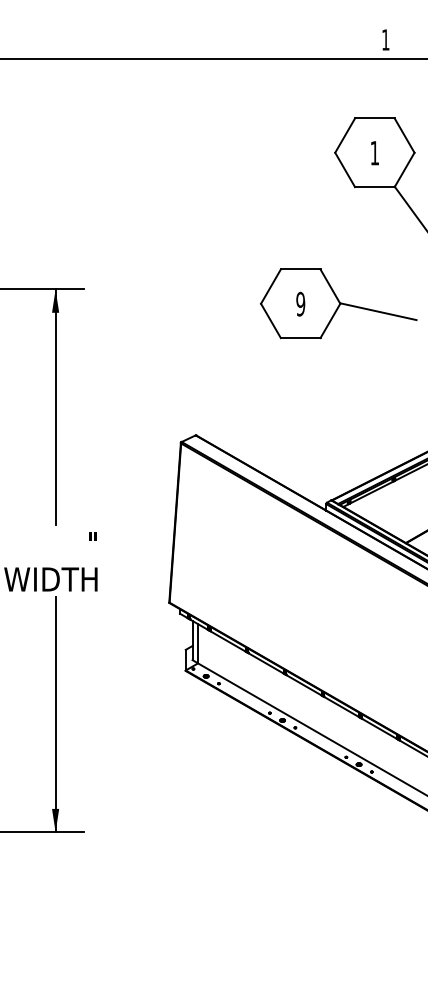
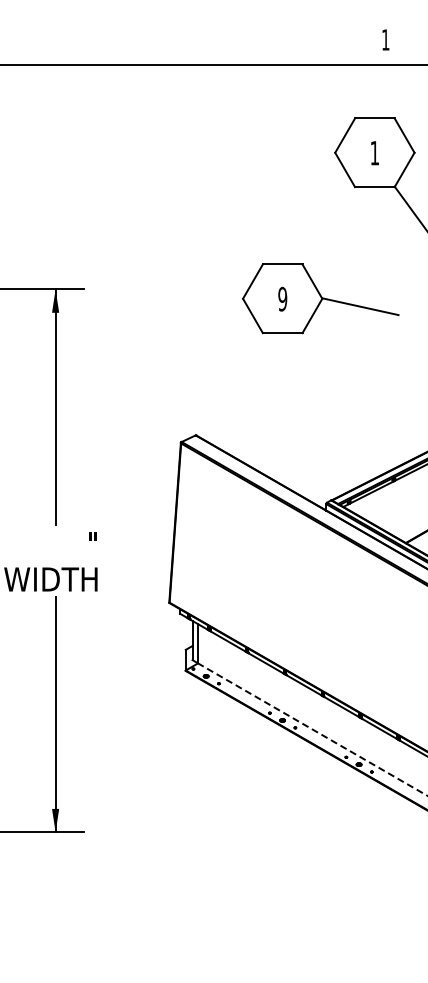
line at (213, 58) position: (213, 58) -> (213, 64)
part at (338, 303) position: (338, 303) -> (320, 298)
line at (312, 729): solid -> dashed
